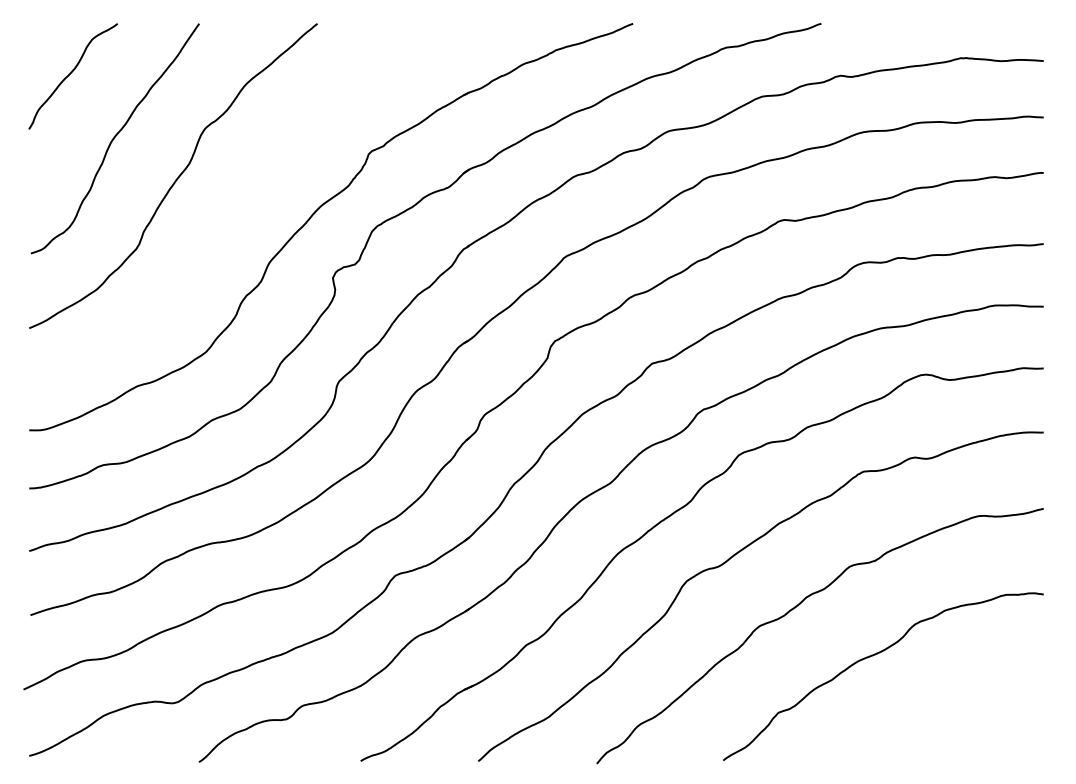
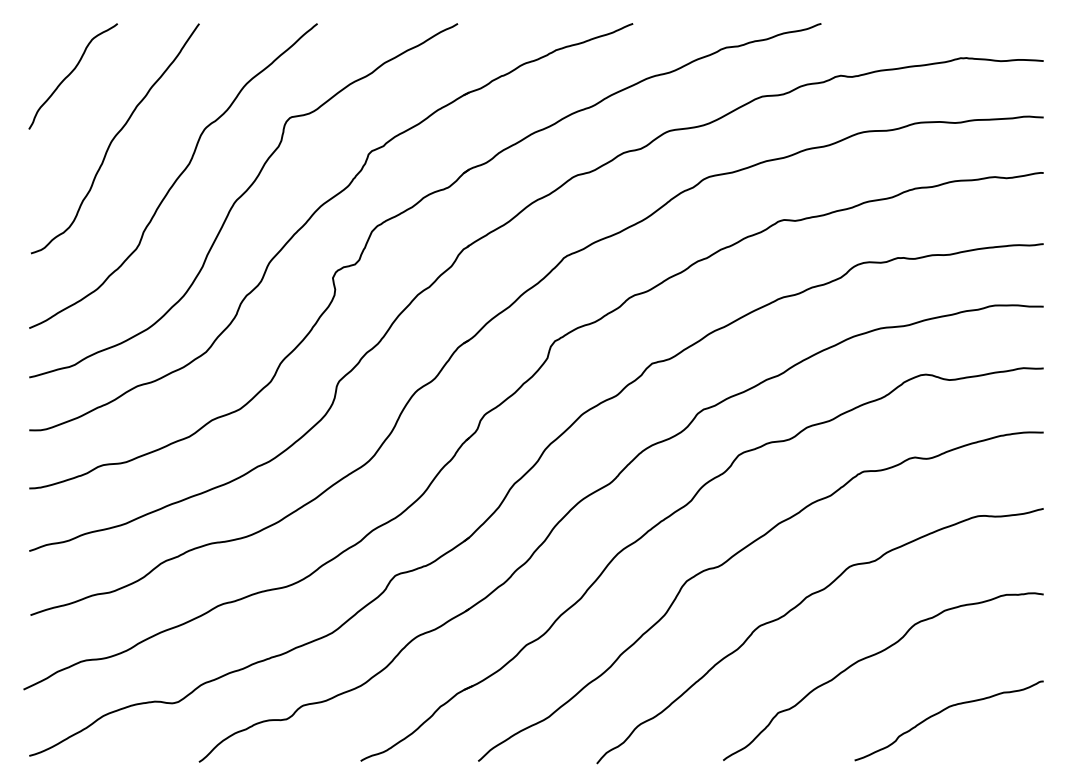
curve at (241, 197): none -> present
curve at (943, 711): none -> present
